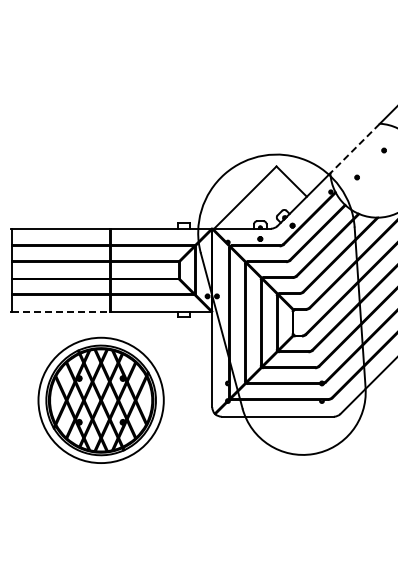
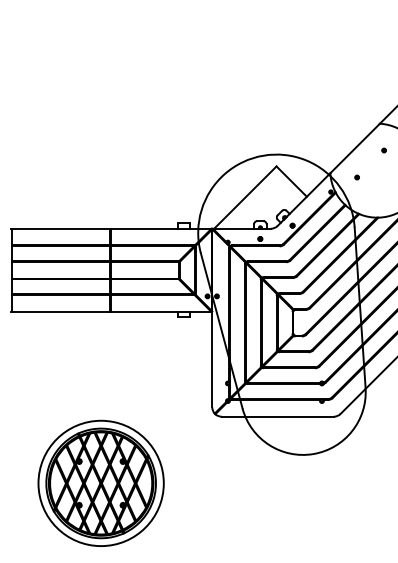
line at (355, 148): dashed -> solid
line at (61, 312): dashed -> solid
part at (100, 399) position: (100, 399) -> (100, 482)
